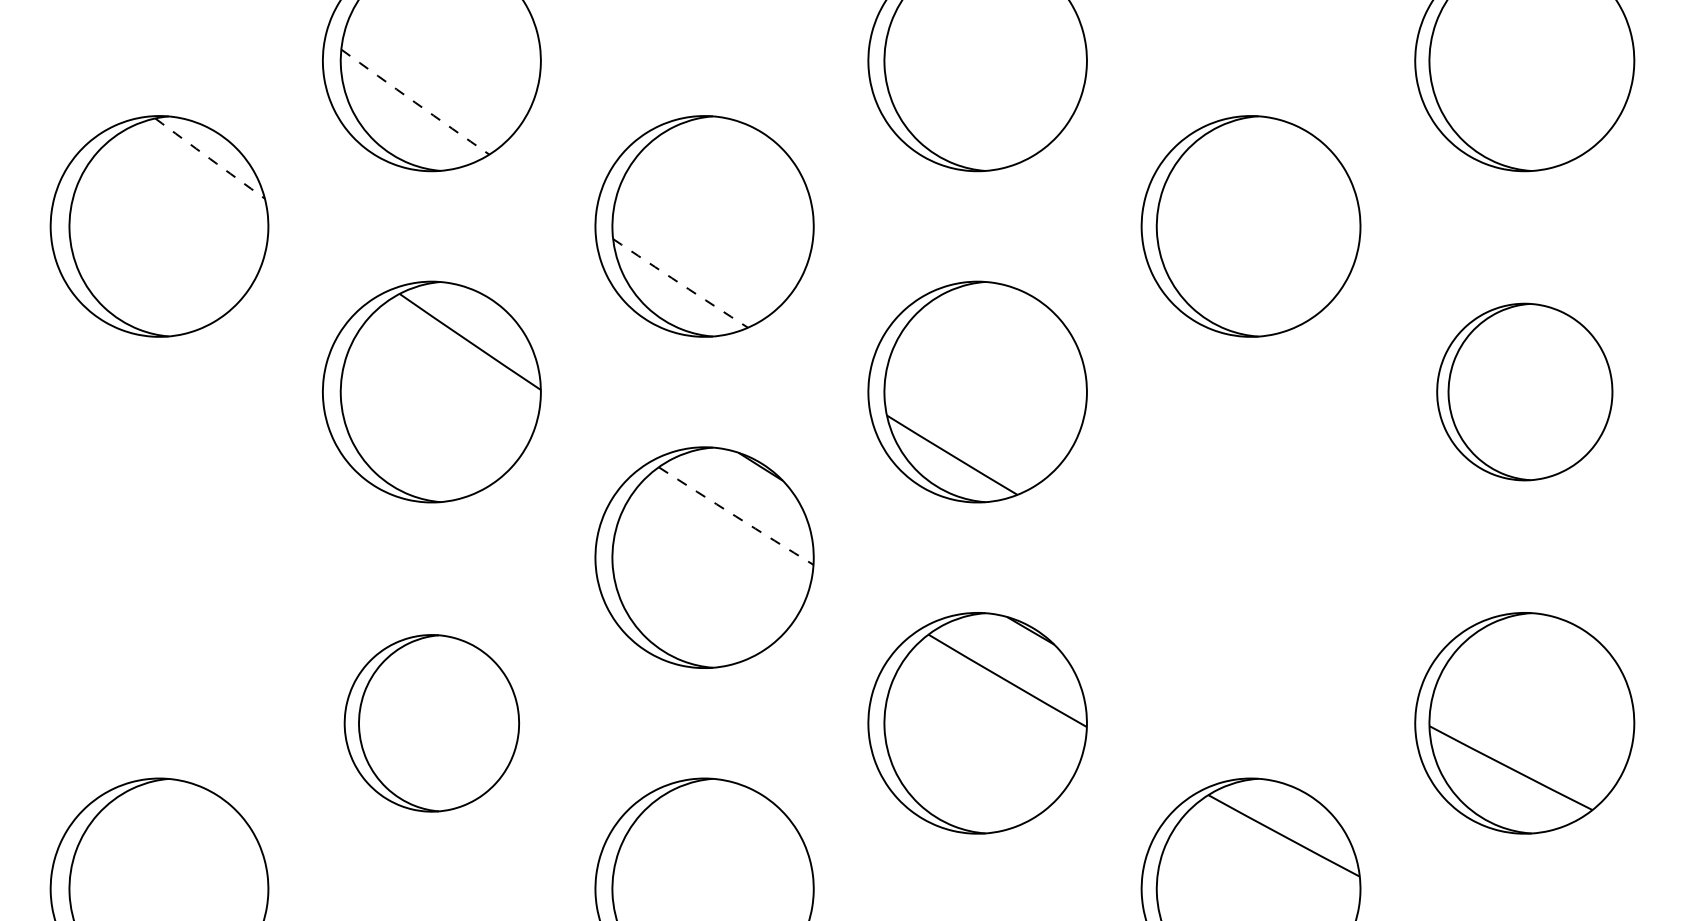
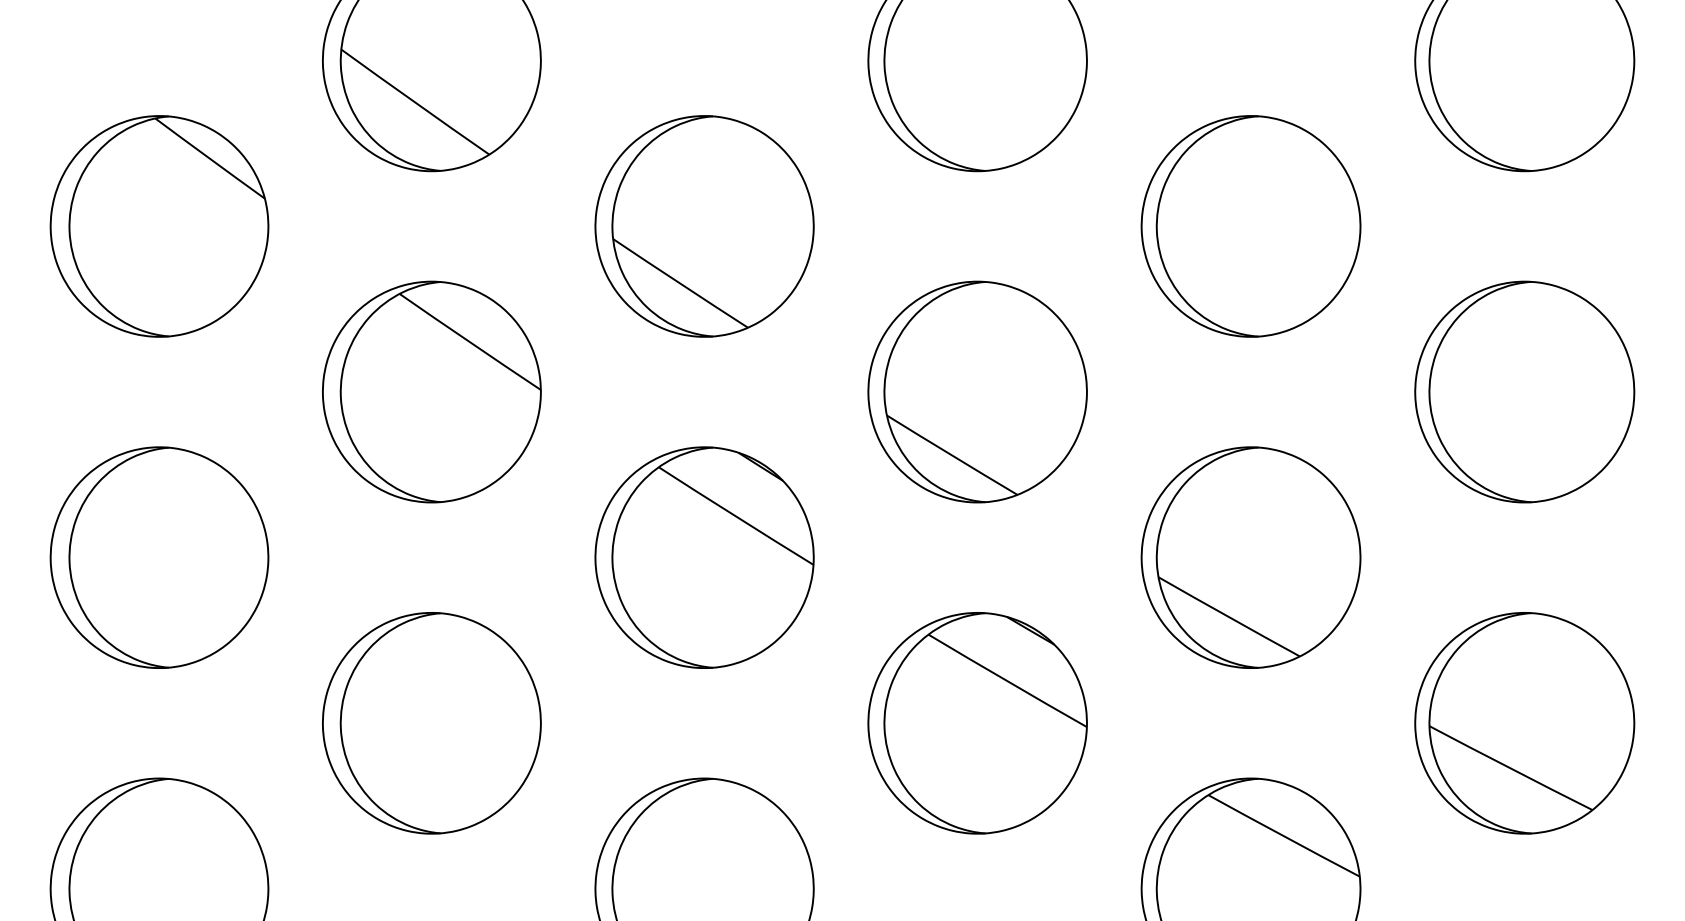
arc at (415, 102): dashed -> solid
arc at (209, 158): dashed -> solid
arc at (680, 283): dashed -> solid
part at (1524, 391) size: 178x180 px -> 222x224 px
arc at (735, 516): dashed -> solid
part at (159, 557): none -> present
part at (1250, 557): none -> present
part at (431, 723) size: 177x179 px -> 220x223 px
